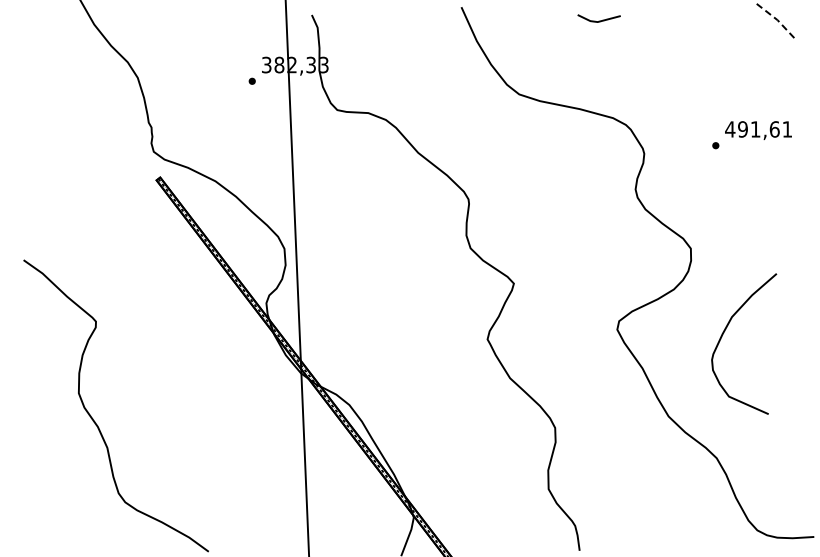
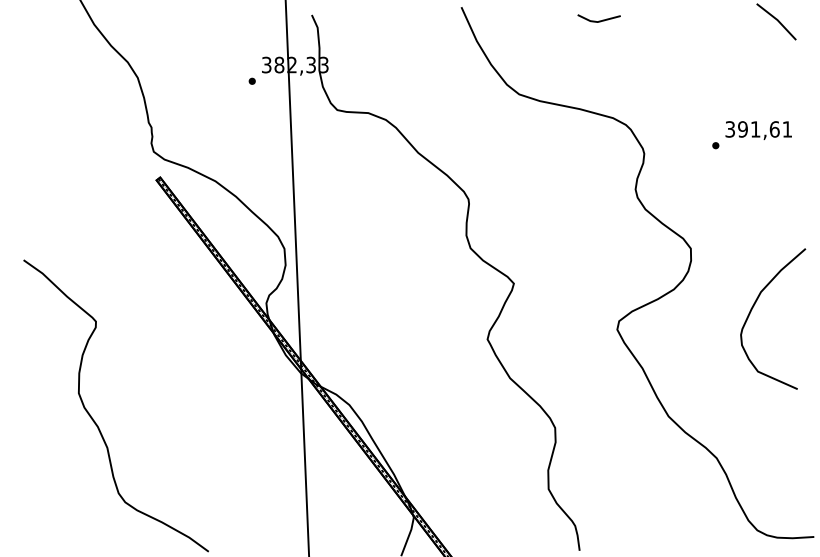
line at (777, 20): dashed -> solid
text at (730, 129): 491,61 -> 391,61
curve at (725, 331) position: (725, 331) -> (754, 306)
